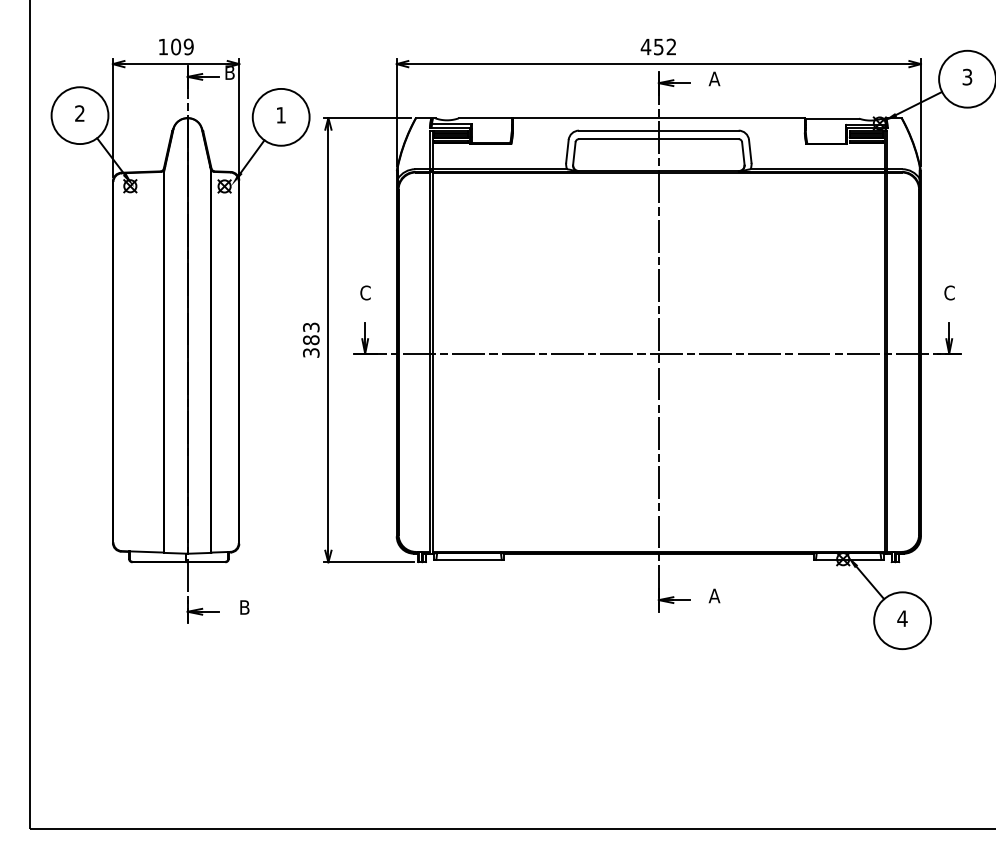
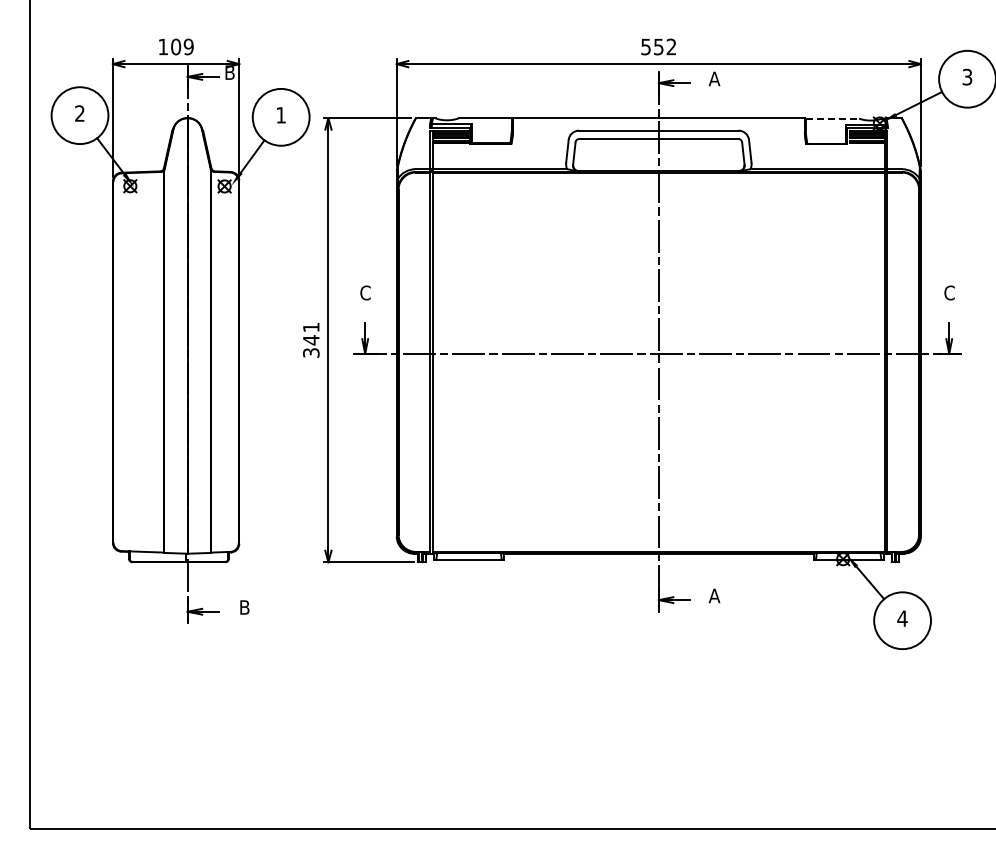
text at (645, 46): 452 -> 552
line at (832, 118): solid -> dashed
text at (311, 333): 383 -> 341
